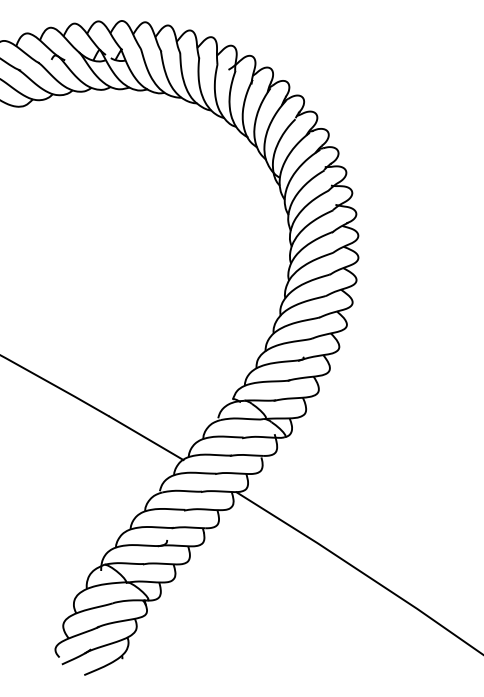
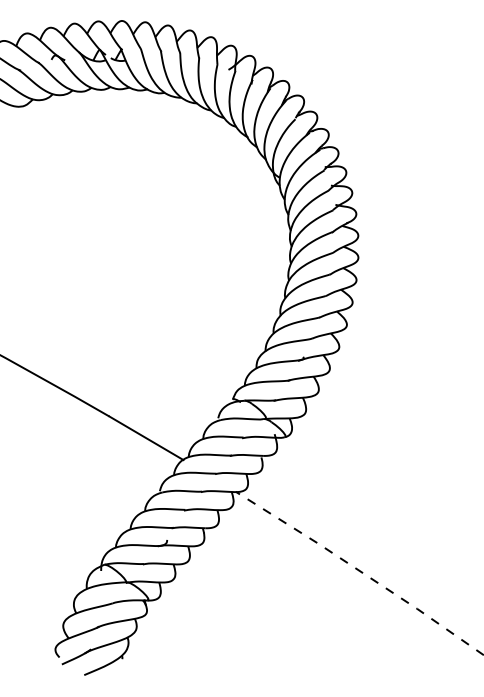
line at (360, 571): solid -> dashed
